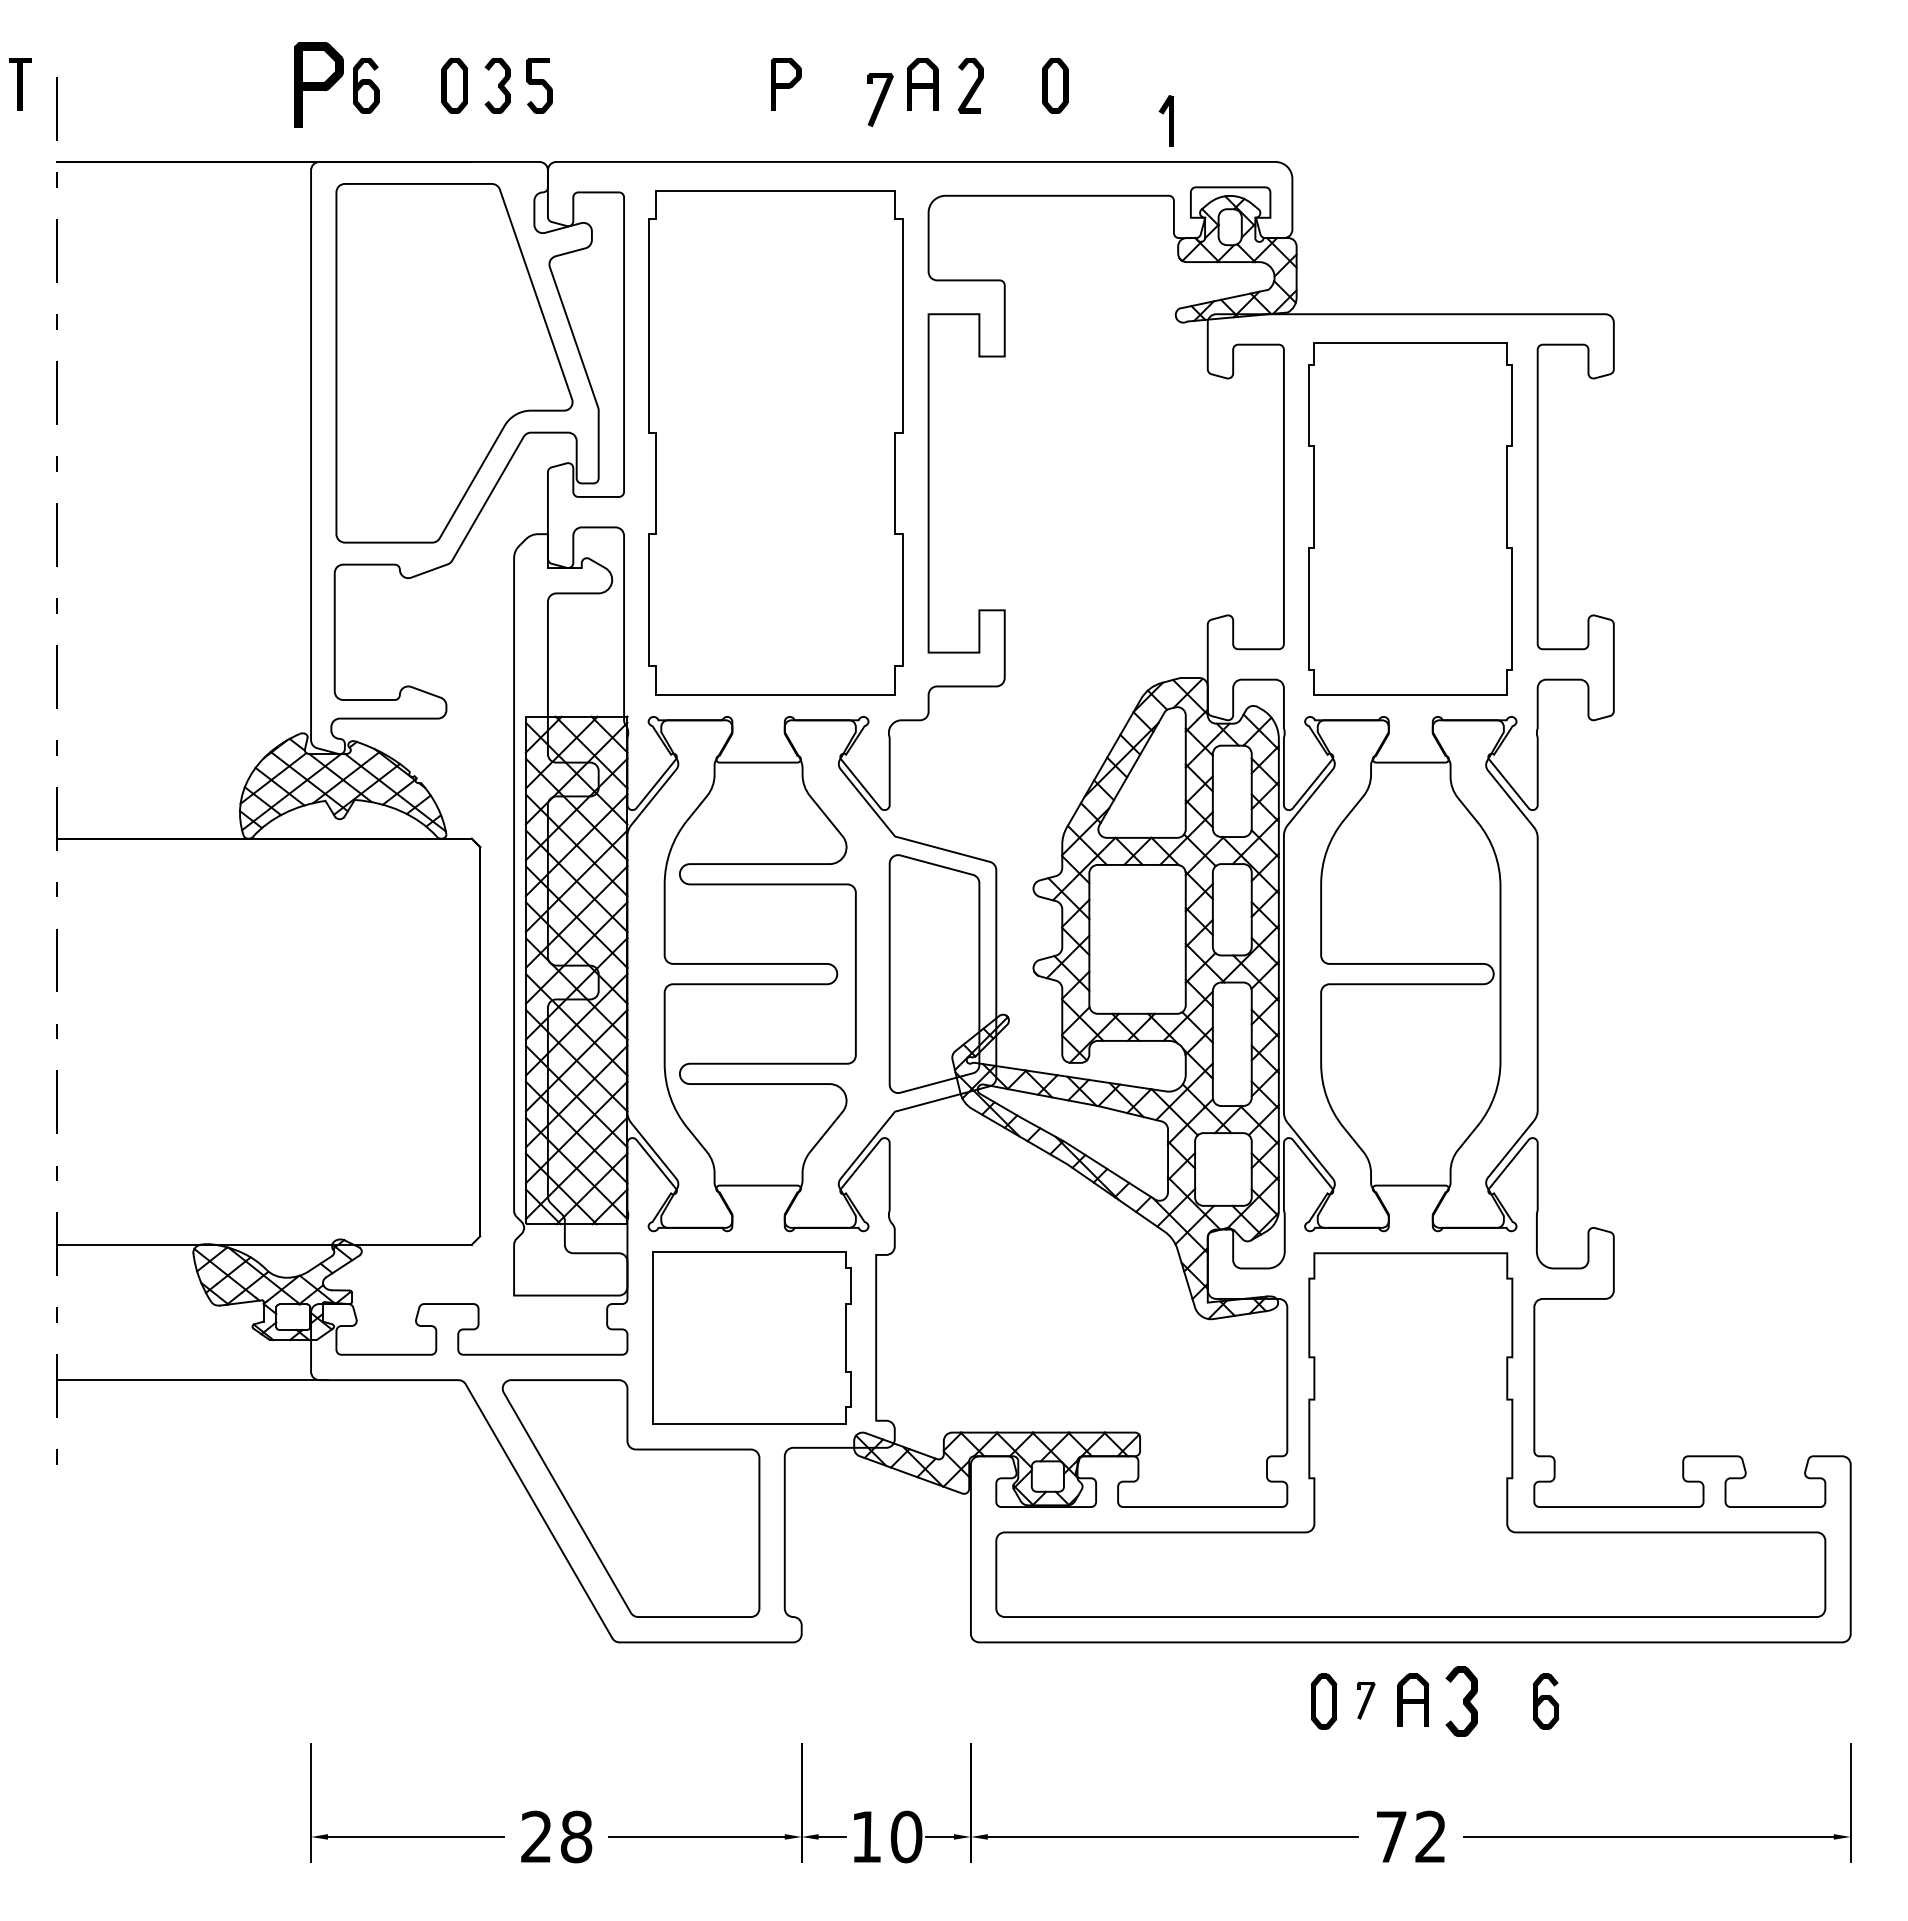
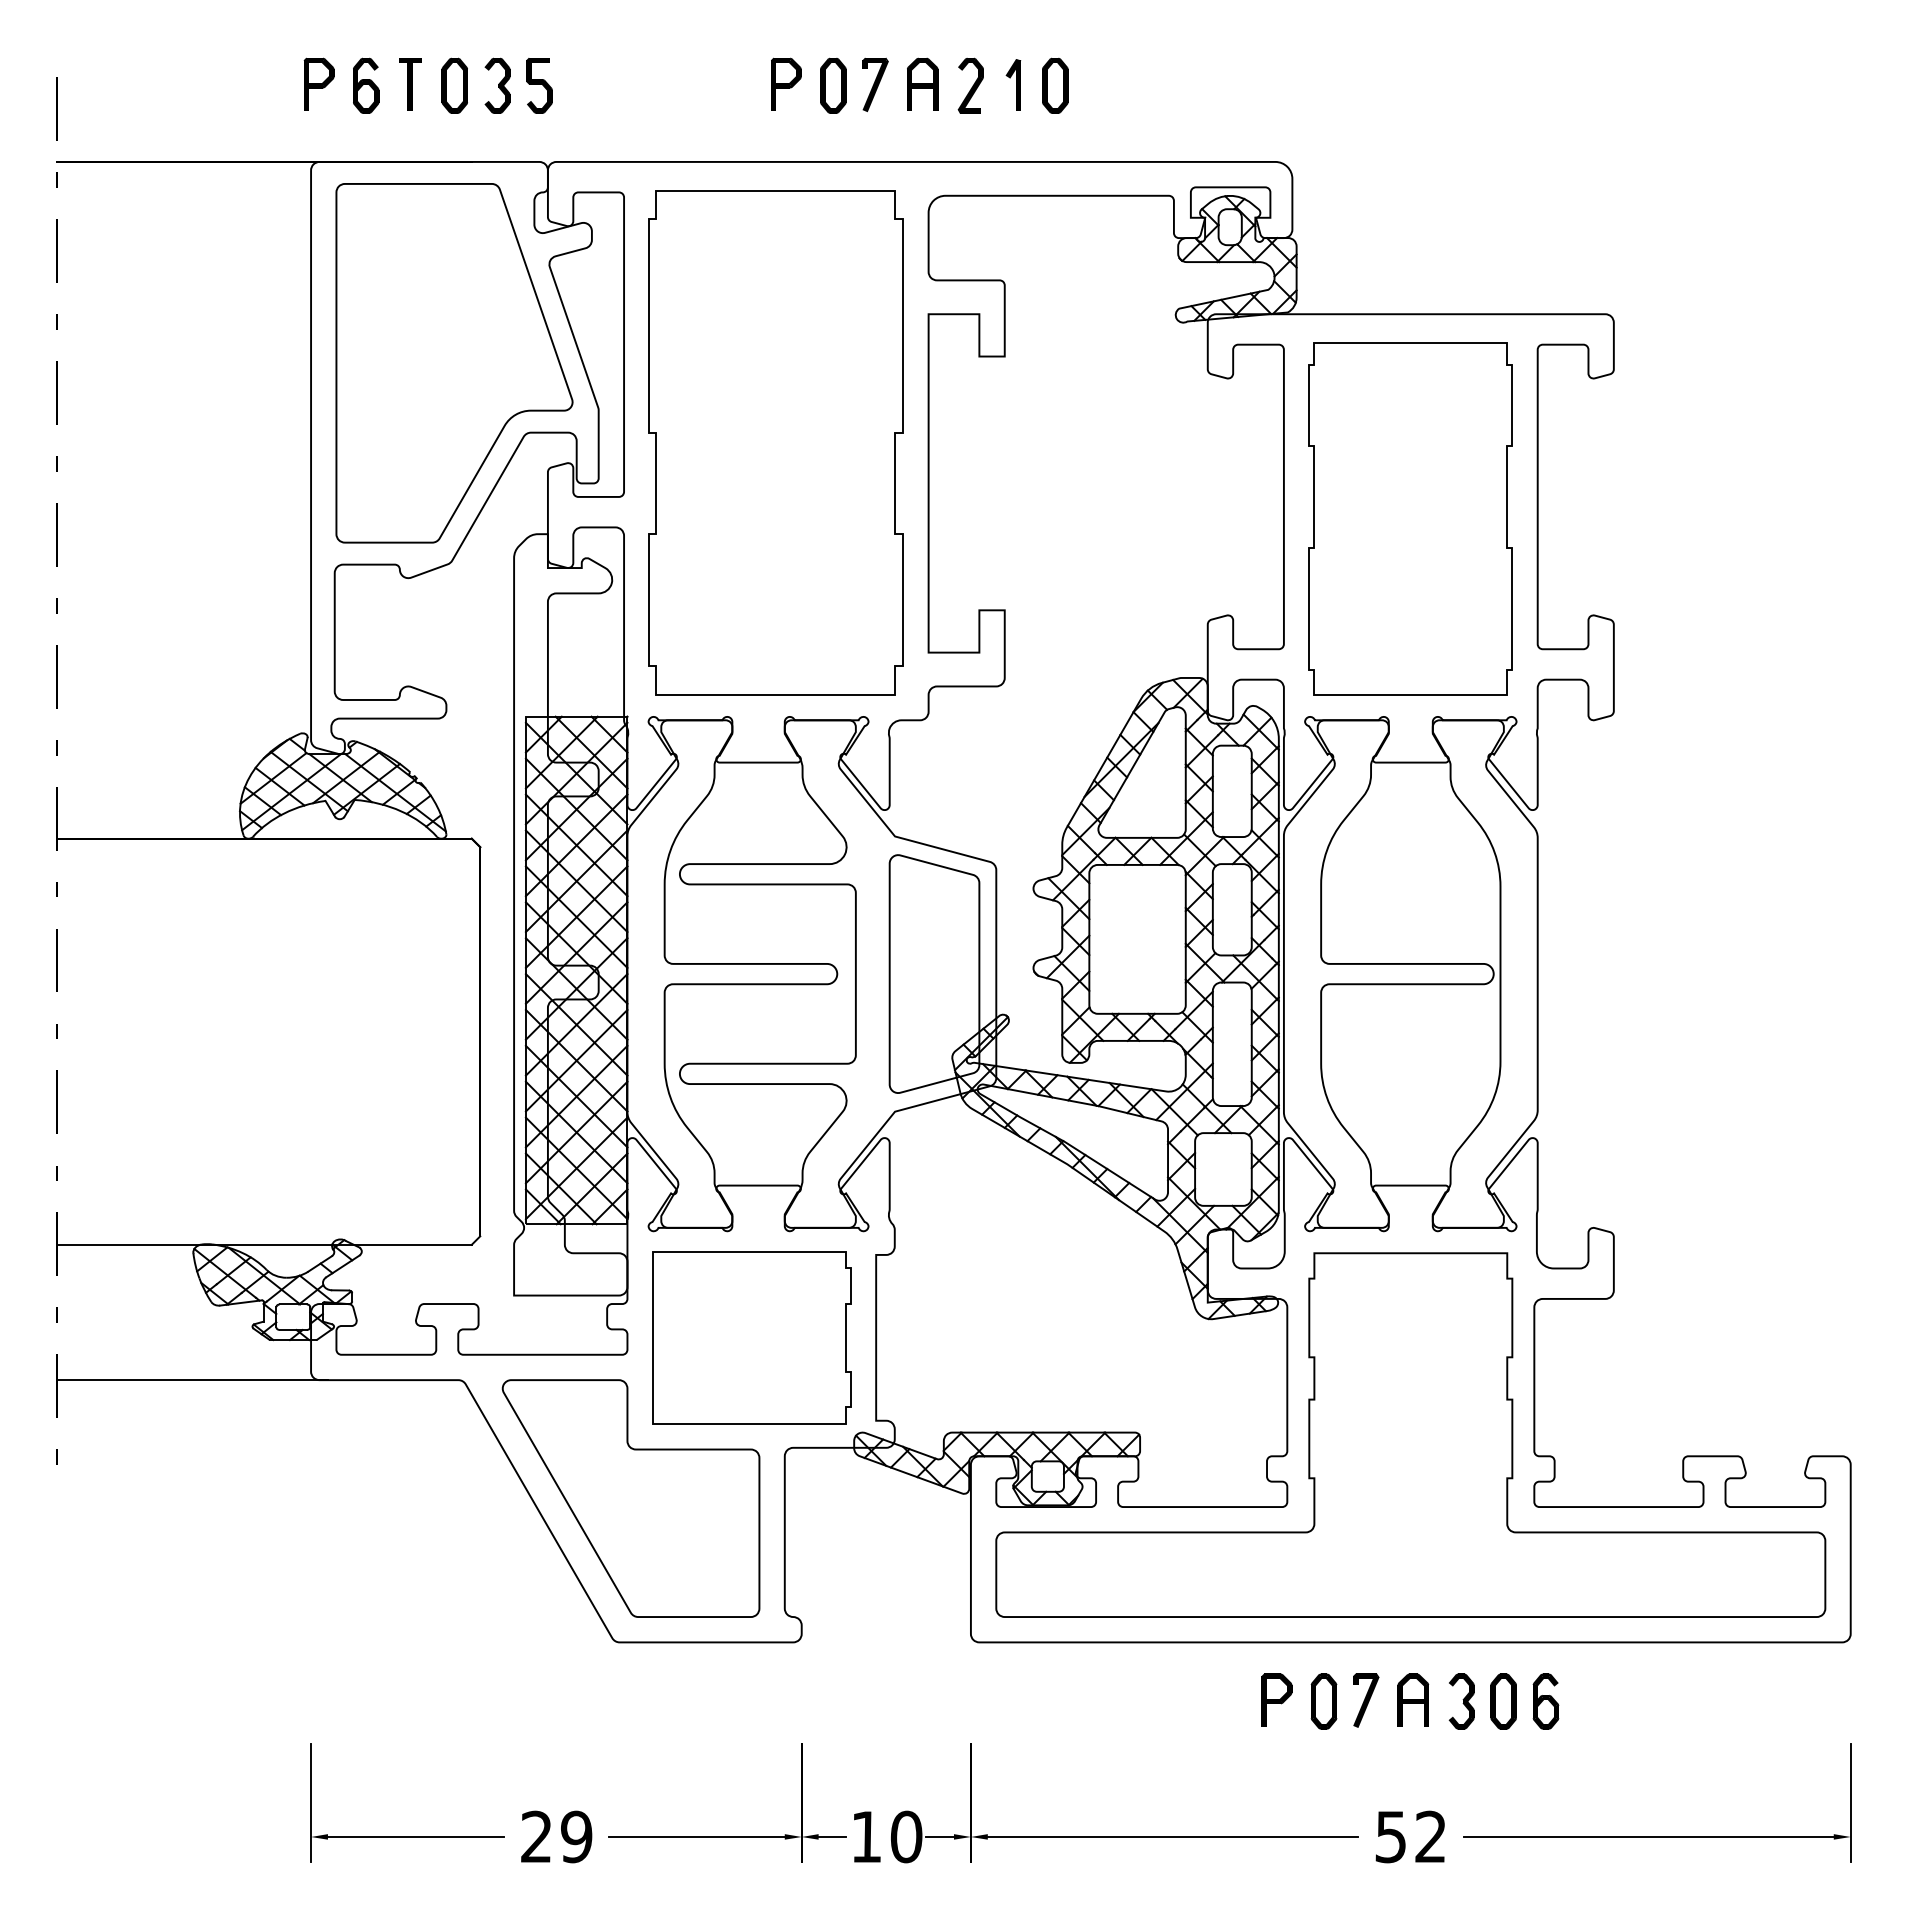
part at (20, 84) position: (20, 84) -> (410, 84)
part at (318, 84) size: 50x86 px -> 32x54 px
part at (833, 85): none -> present
part at (880, 99) position: (880, 99) -> (875, 84)
part at (1166, 120) position: (1166, 120) -> (1013, 84)
part at (1276, 1699): none -> present
part at (1366, 1700) size: 19x39 px -> 27x55 px
part at (1461, 1701) size: 33x71 px -> 27x57 px
part at (1503, 1701): none -> present
text at (576, 1836): 28 -> 29
text at (1390, 1837): 72 -> 52
